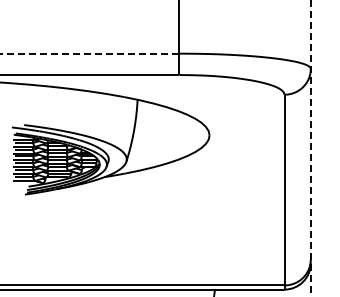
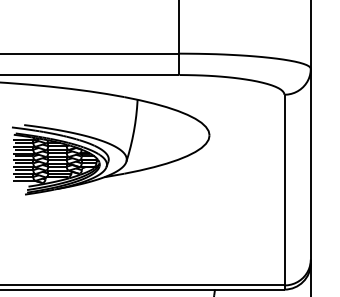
line at (89, 53): dashed -> solid
line at (310, 148): dashed -> solid
